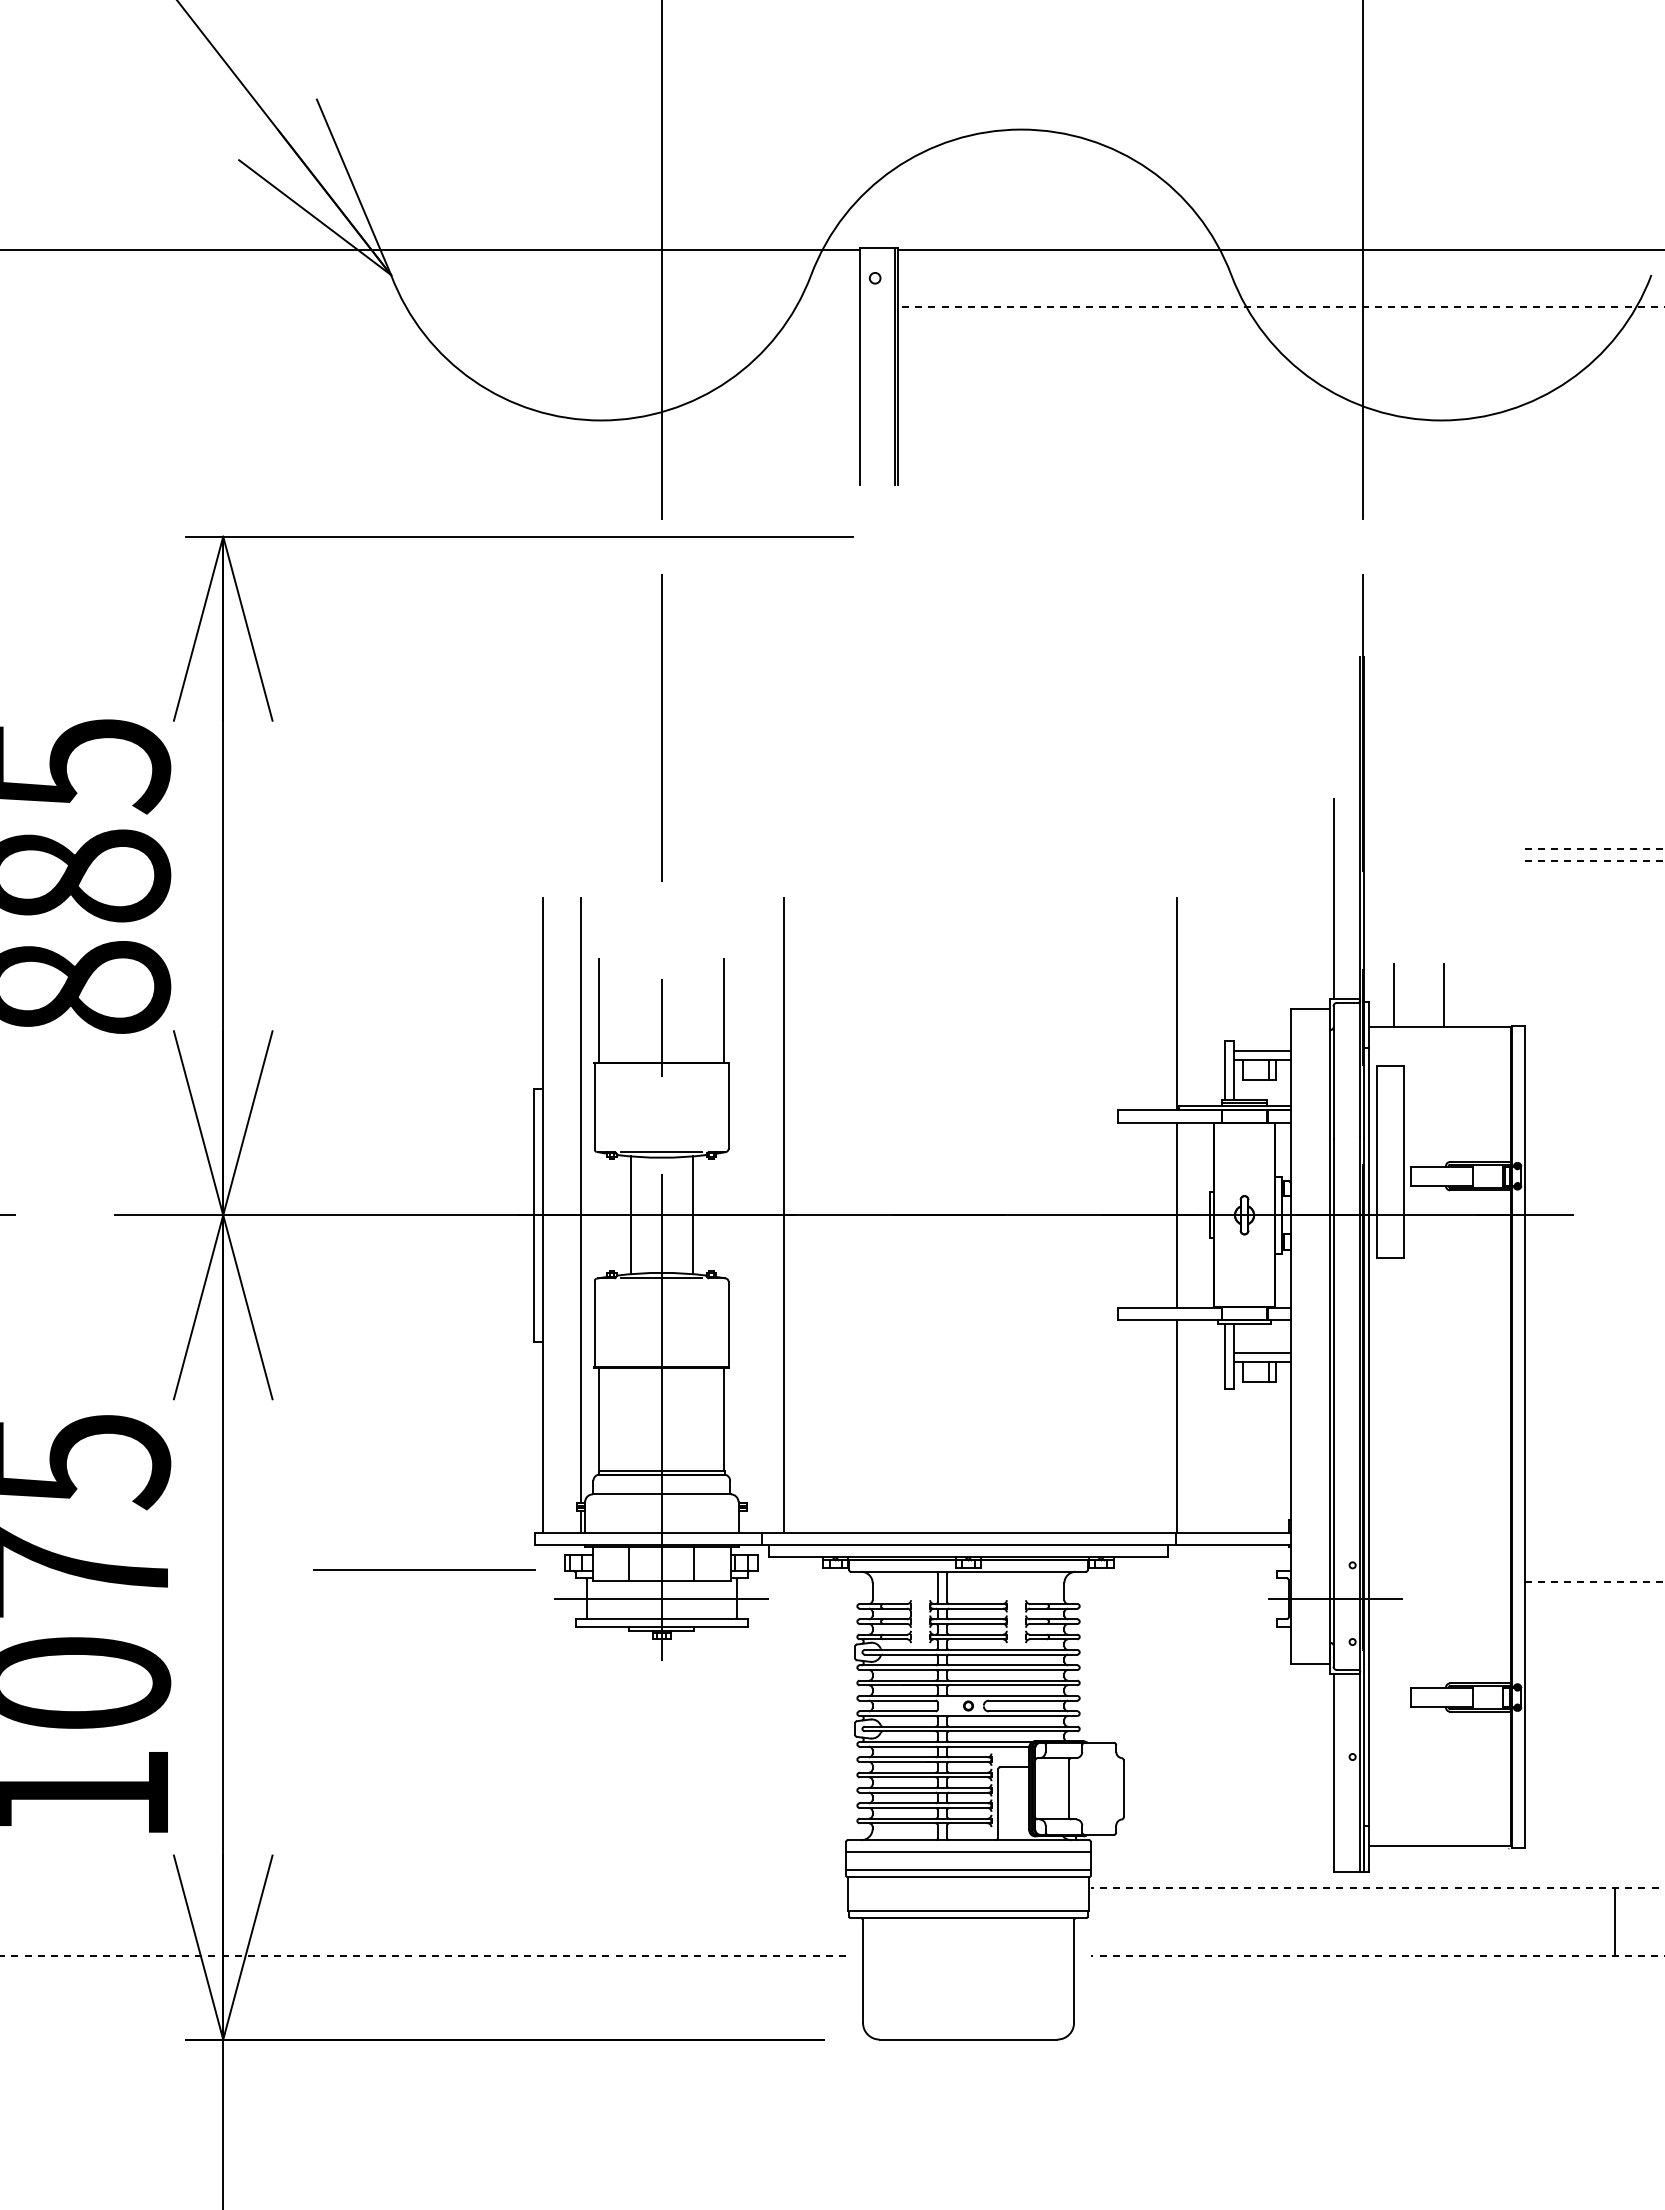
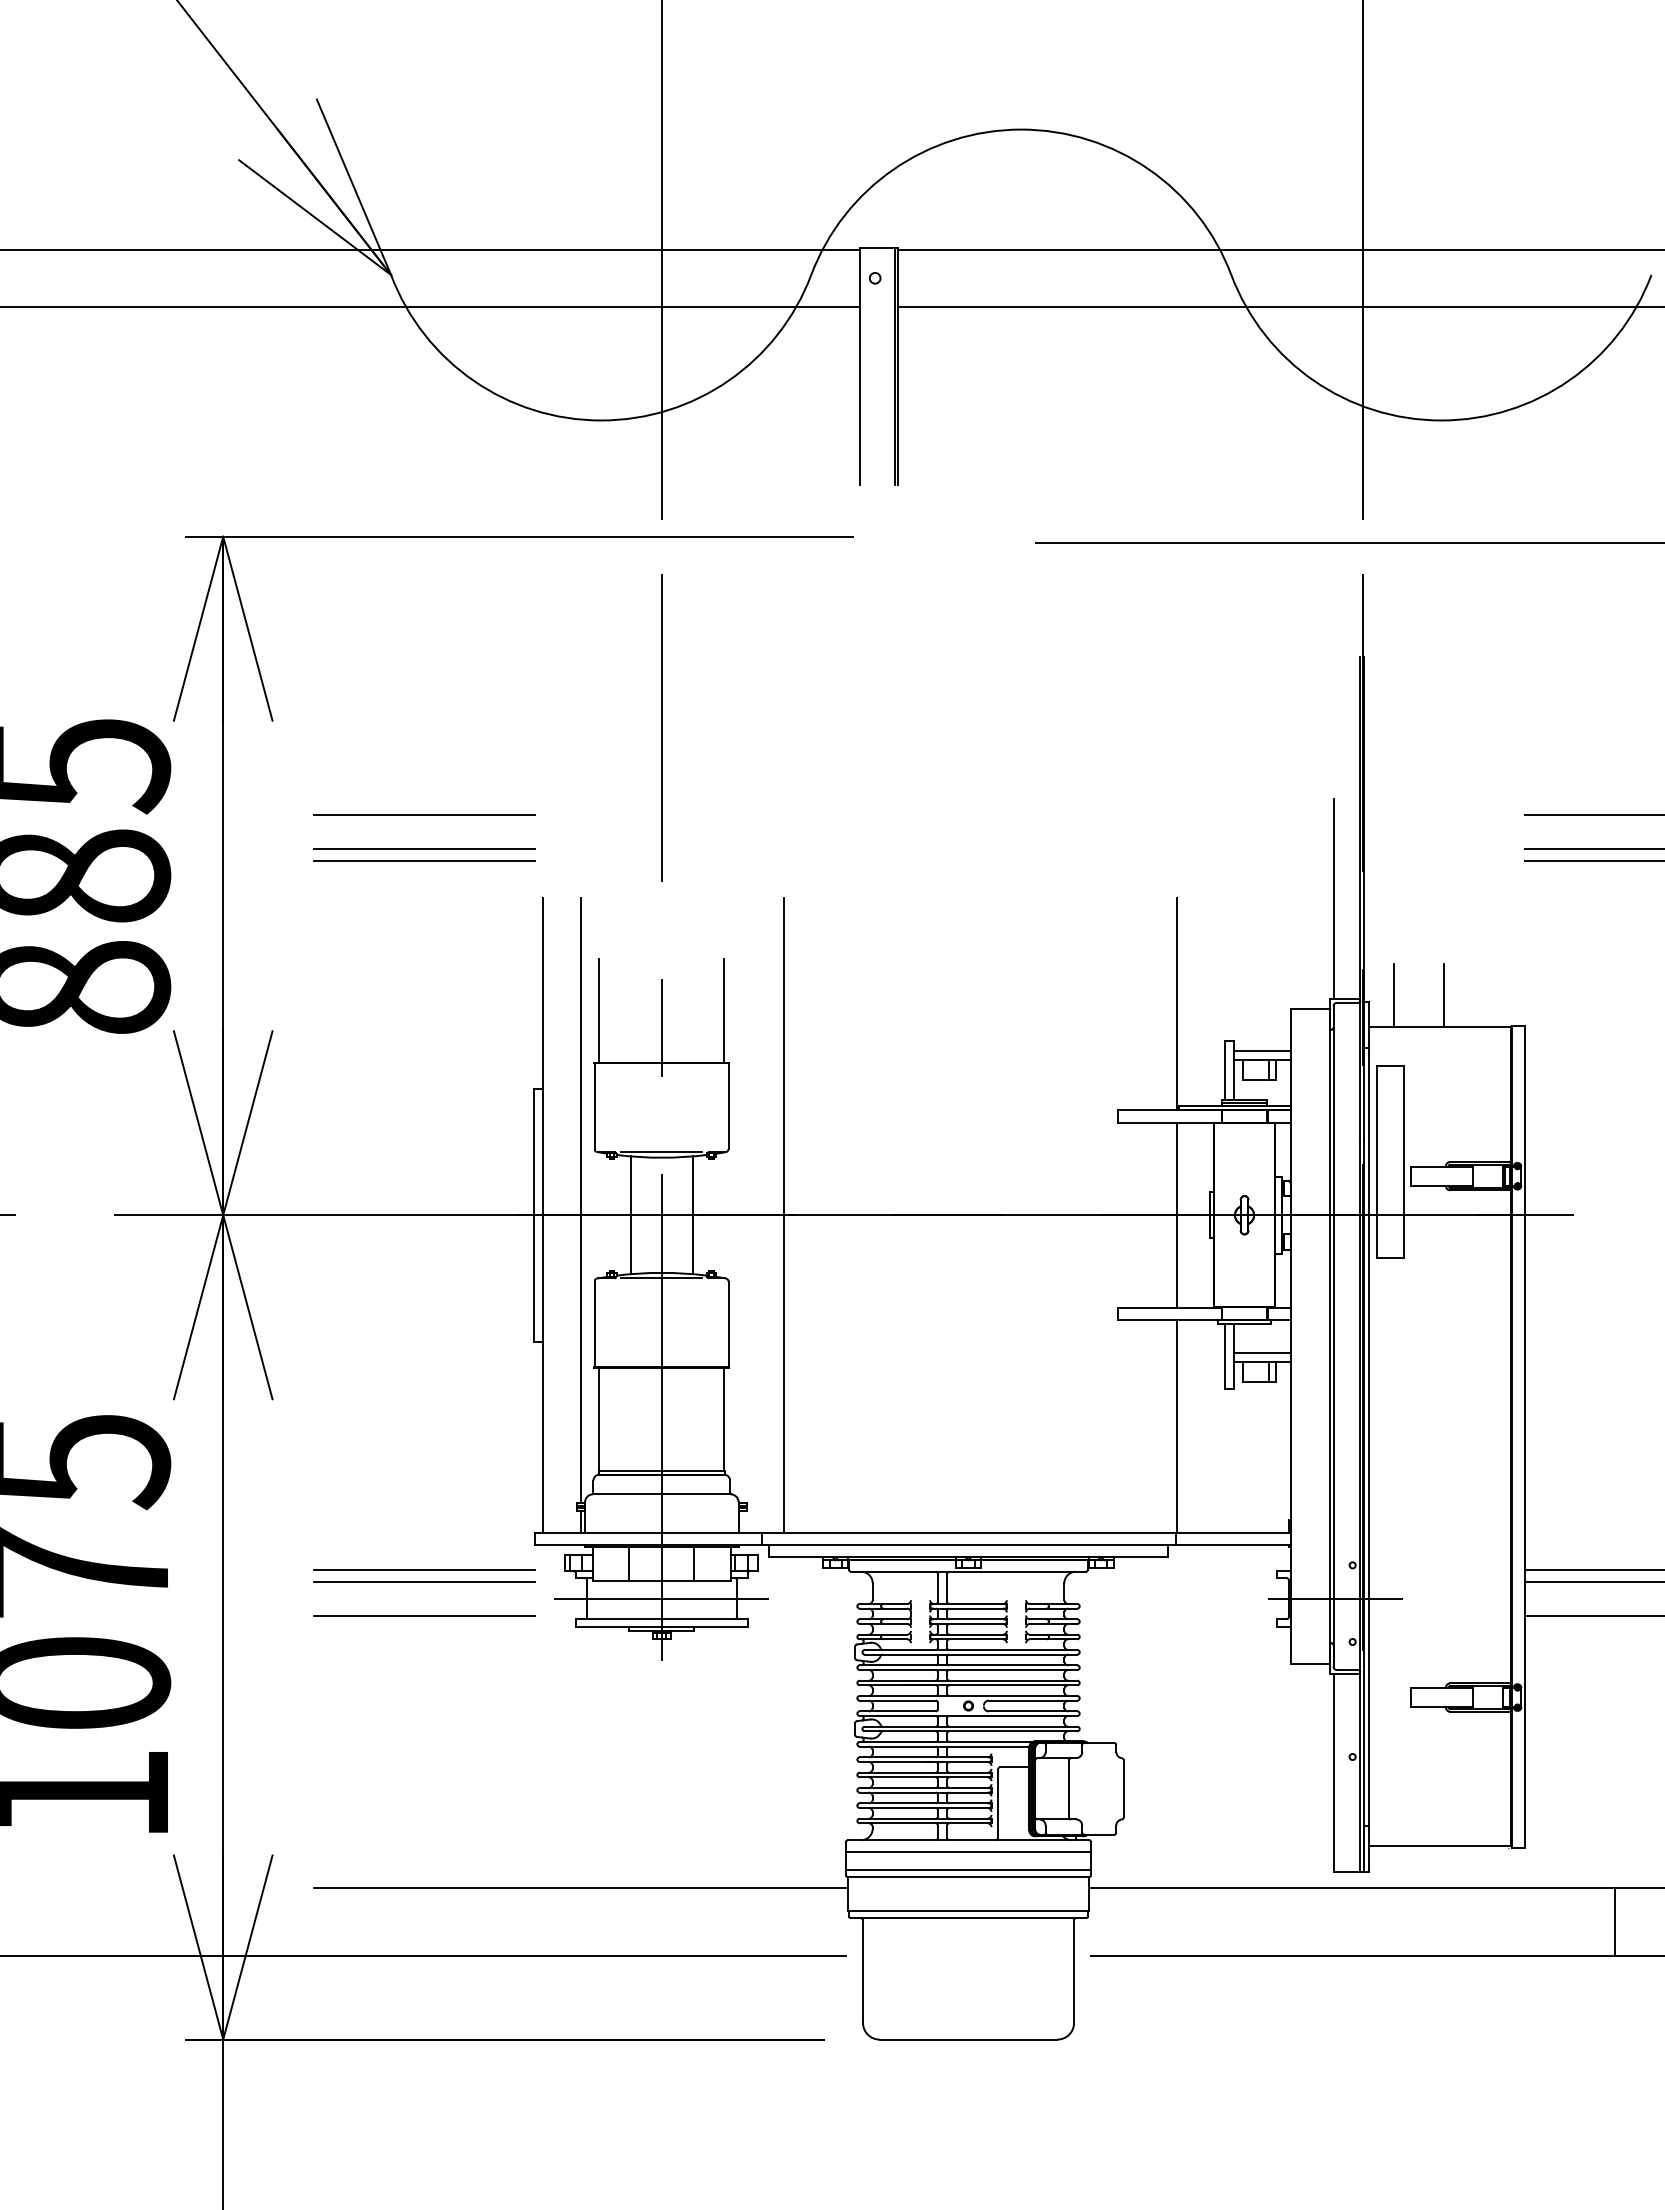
line at (430, 307): none -> present
line at (1280, 307): dashed -> solid
line at (1348, 542): none -> present
line at (424, 815): none -> present
line at (1592, 815): none -> present
line at (424, 848): none -> present
line at (1594, 848): dashed -> solid
line at (424, 861): none -> present
line at (1594, 861): dashed -> solid
line at (1592, 1569): none -> present
line at (424, 1581): none -> present
line at (1594, 1581): dashed -> solid
line at (424, 1615): none -> present
line at (1592, 1615): none -> present
line at (579, 1887): none -> present
line at (1377, 1887): dashed -> solid
line at (423, 1955): dashed -> solid
line at (1377, 1955): dashed -> solid
